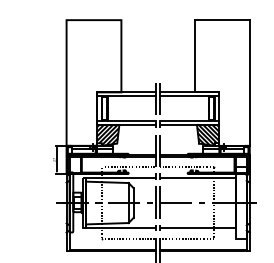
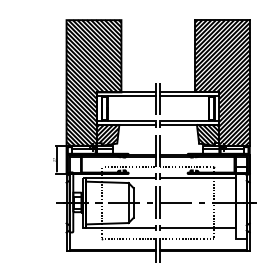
hatch at (93, 82): none -> present
hatch at (221, 82): none -> present
